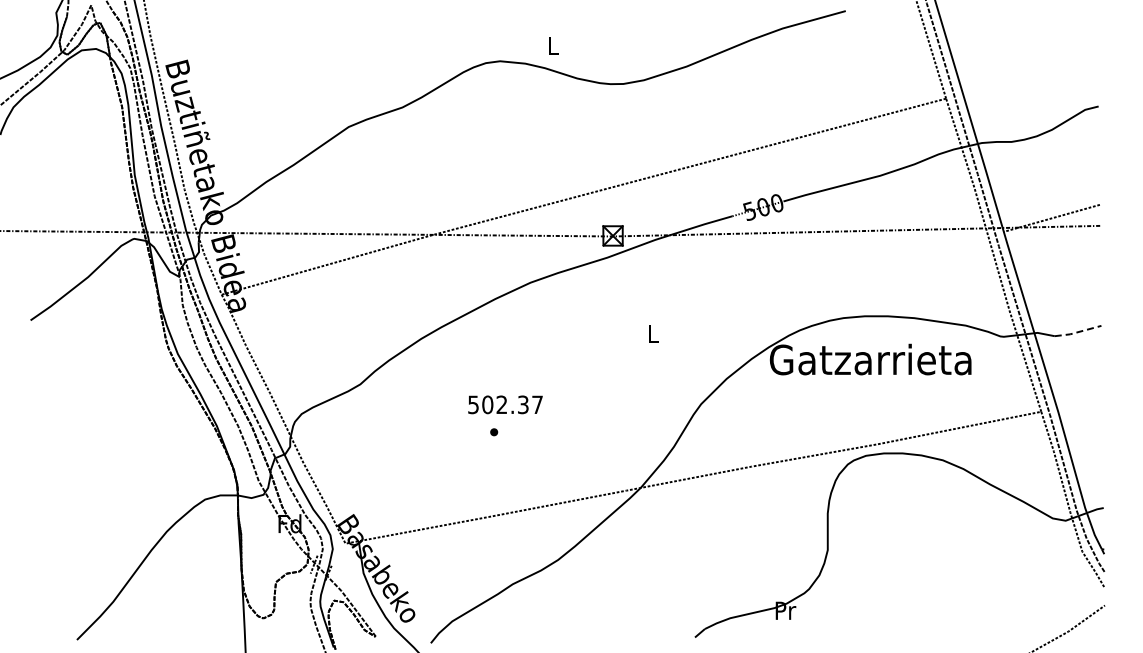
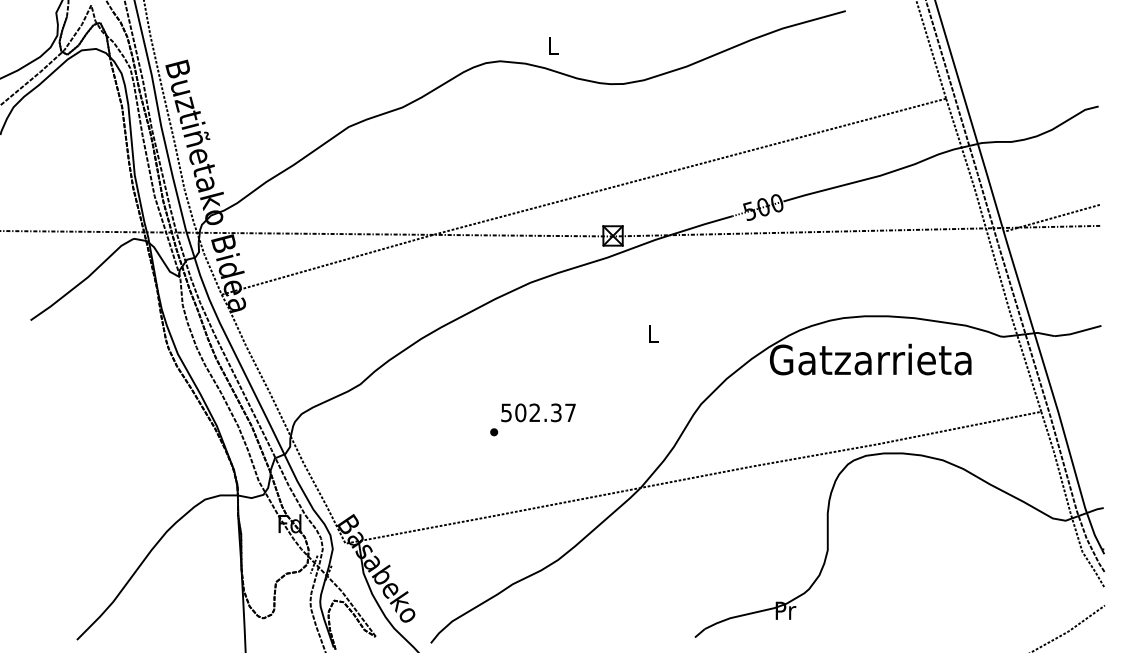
line at (1077, 332): dashed -> solid
text at (505, 404) position: (505, 404) -> (538, 412)
